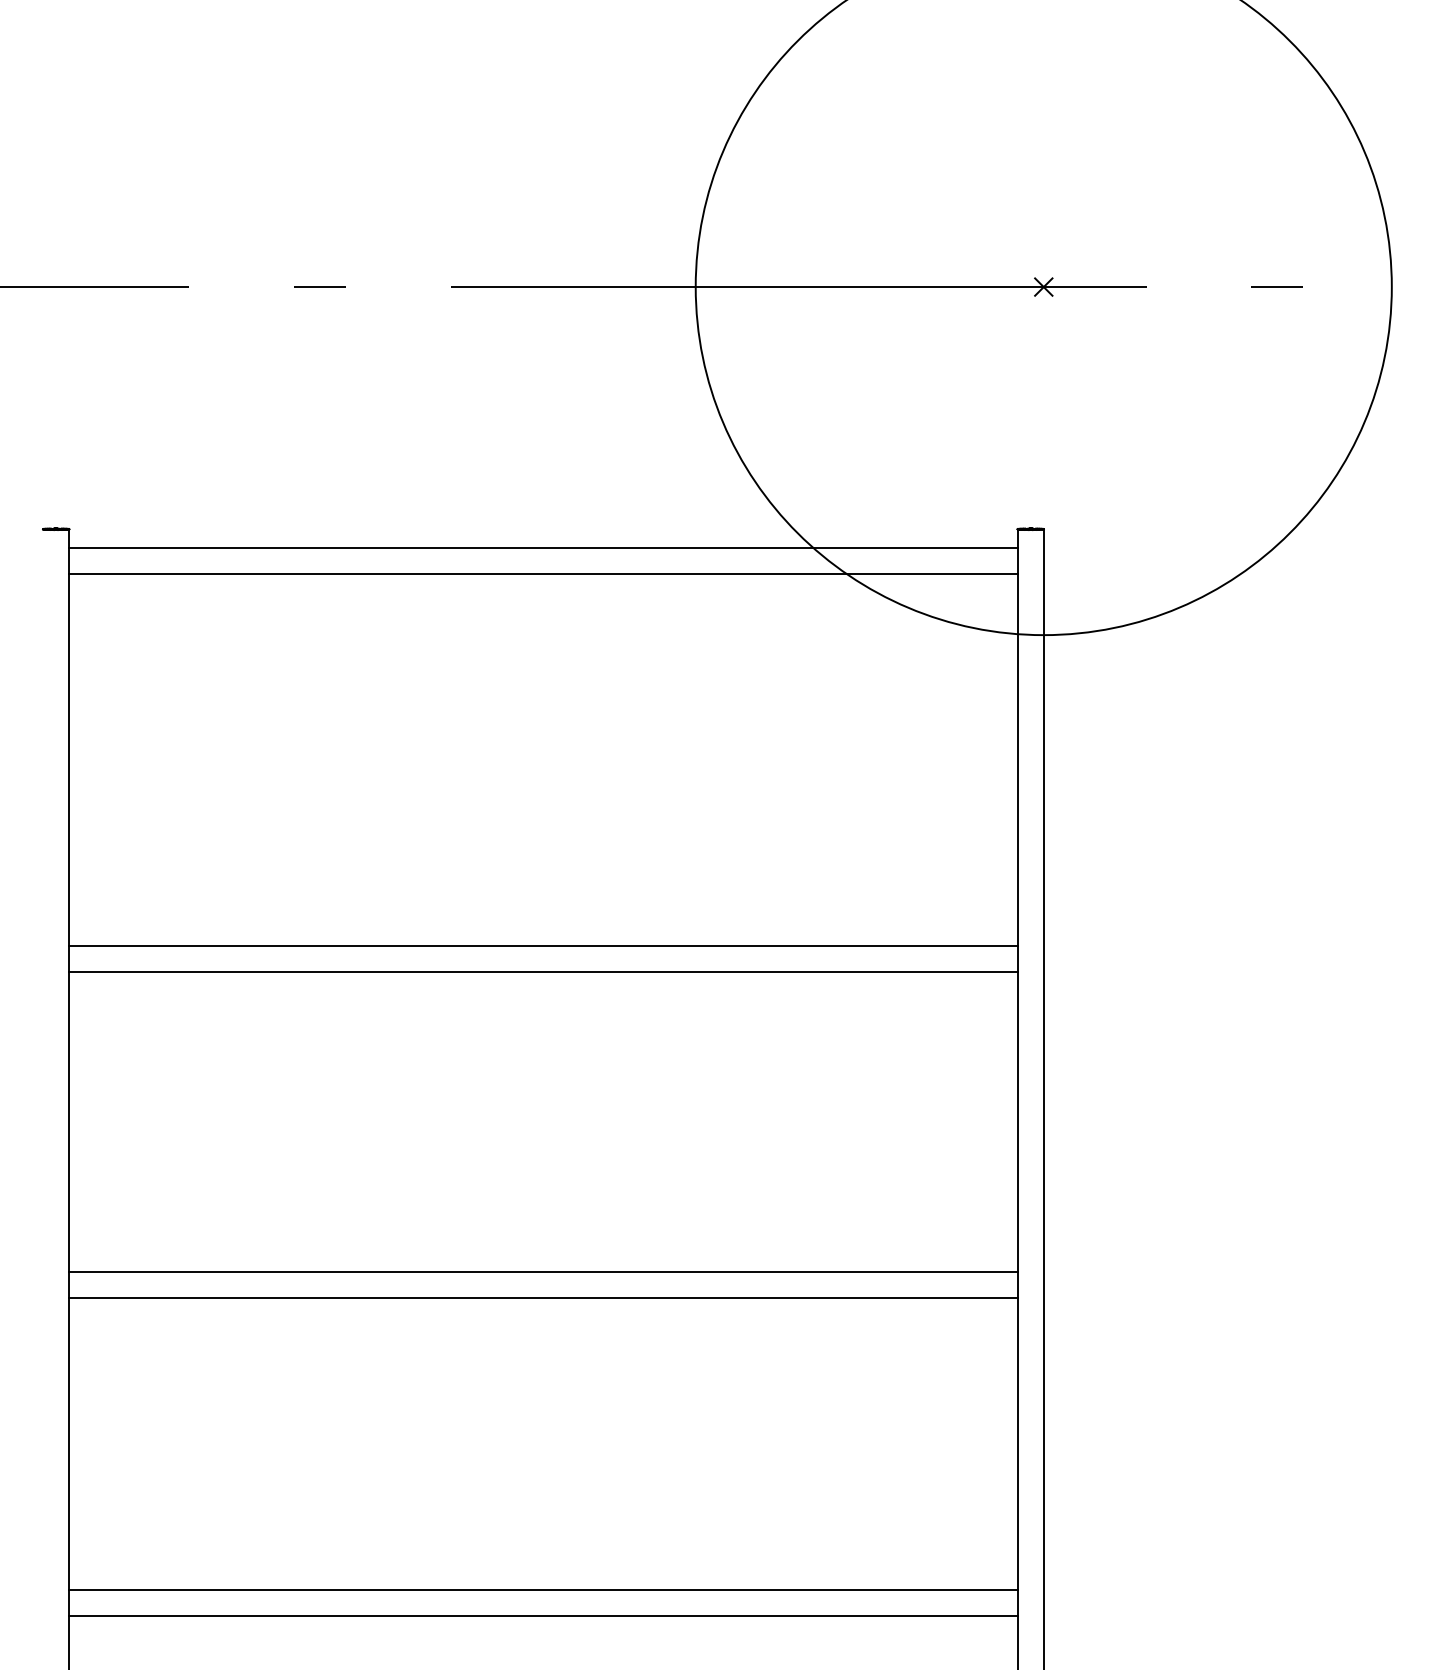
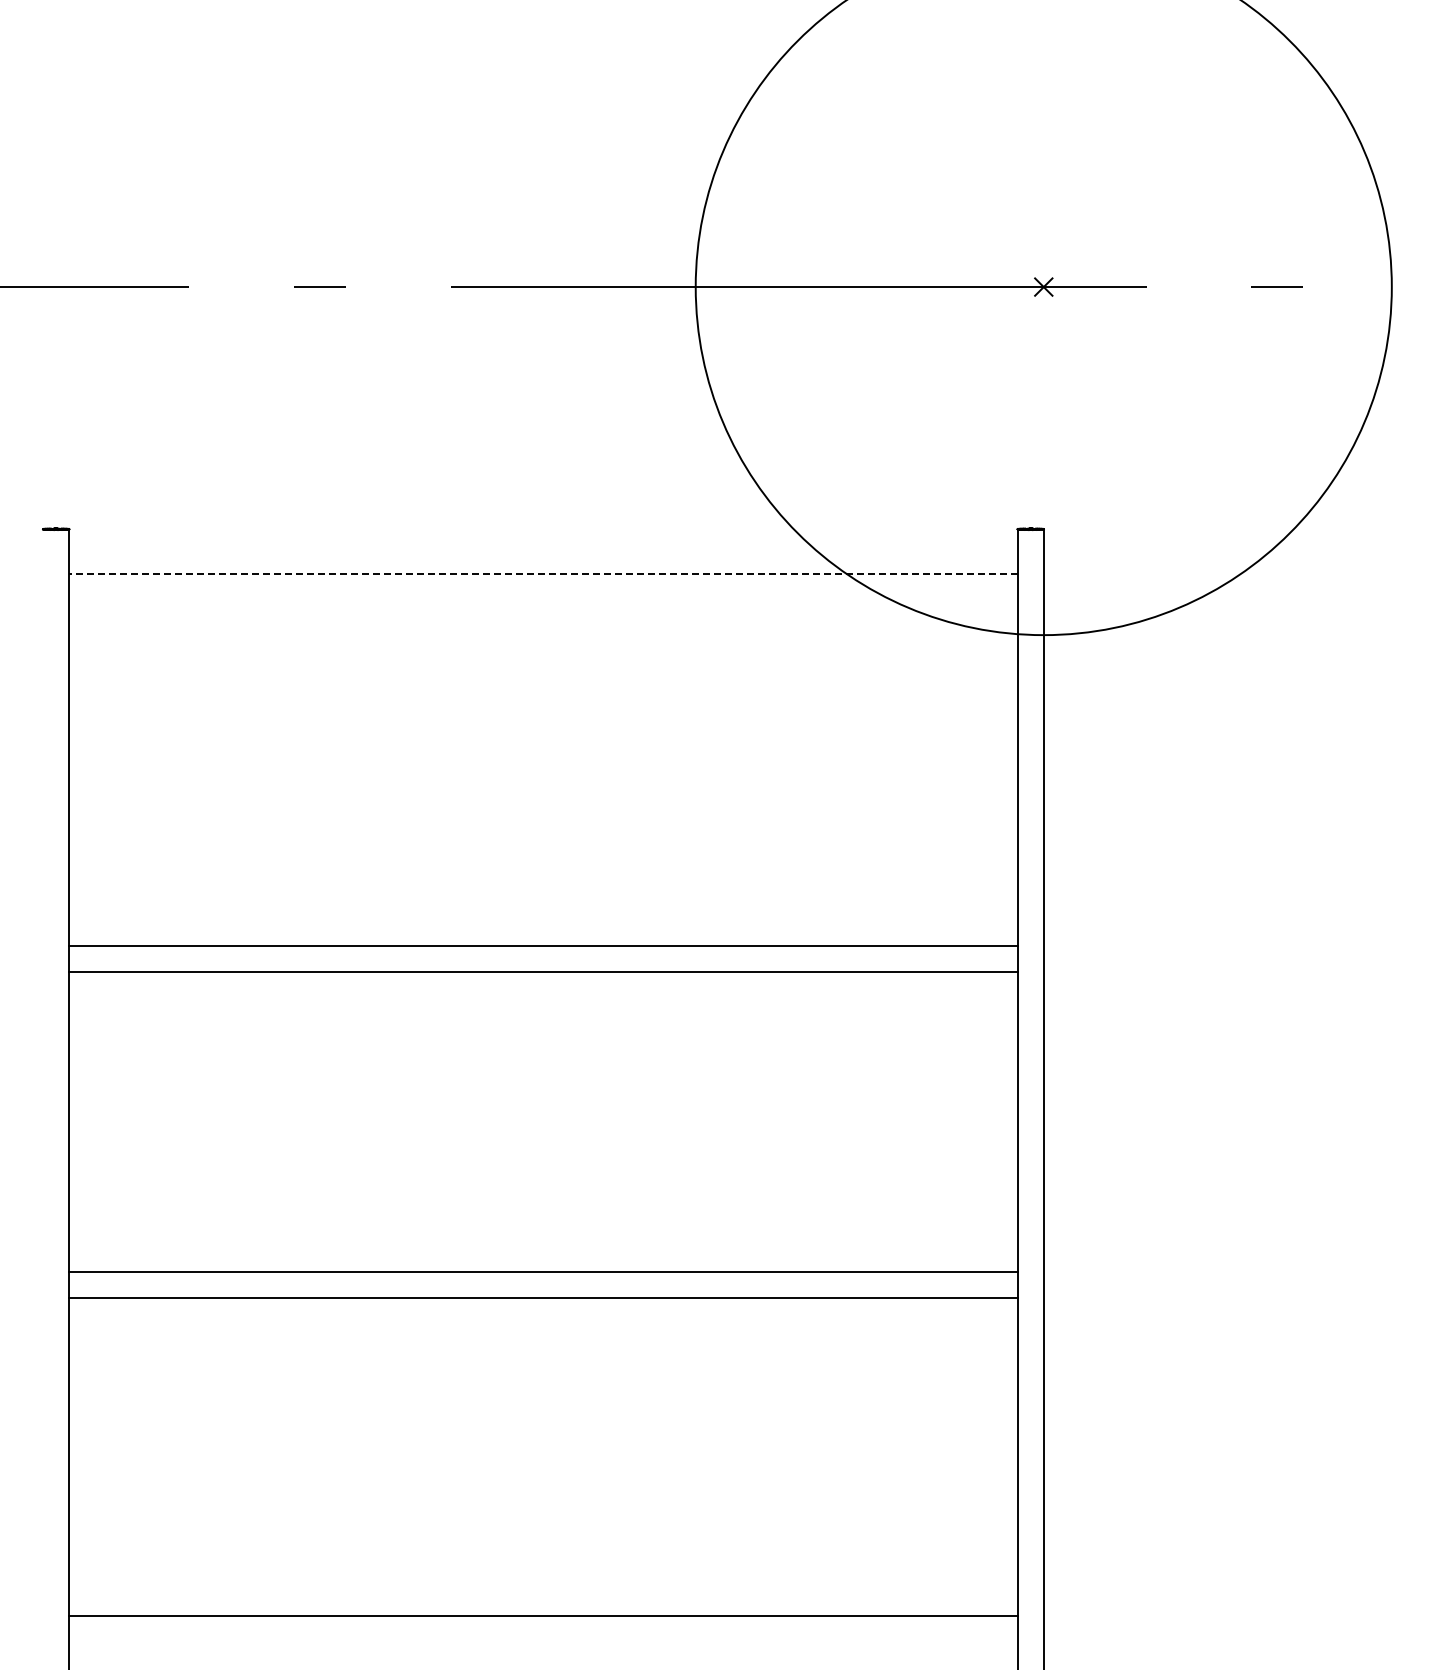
line at (543, 547): present -> none
line at (542, 574): solid -> dashed
line at (543, 1590): present -> none
